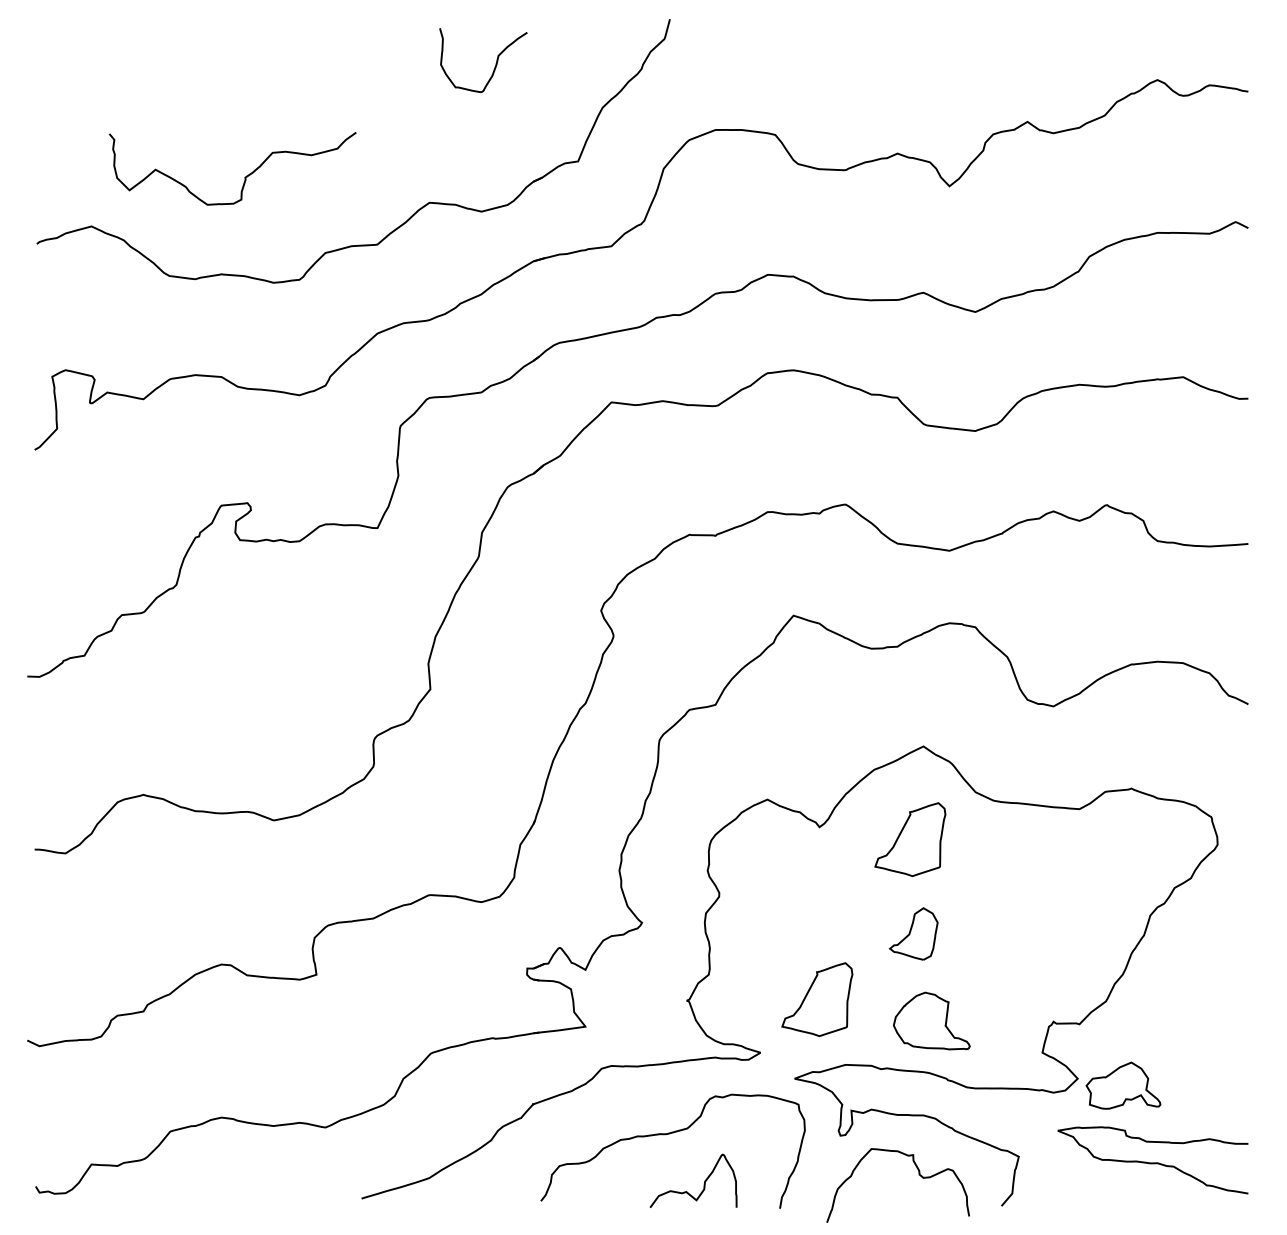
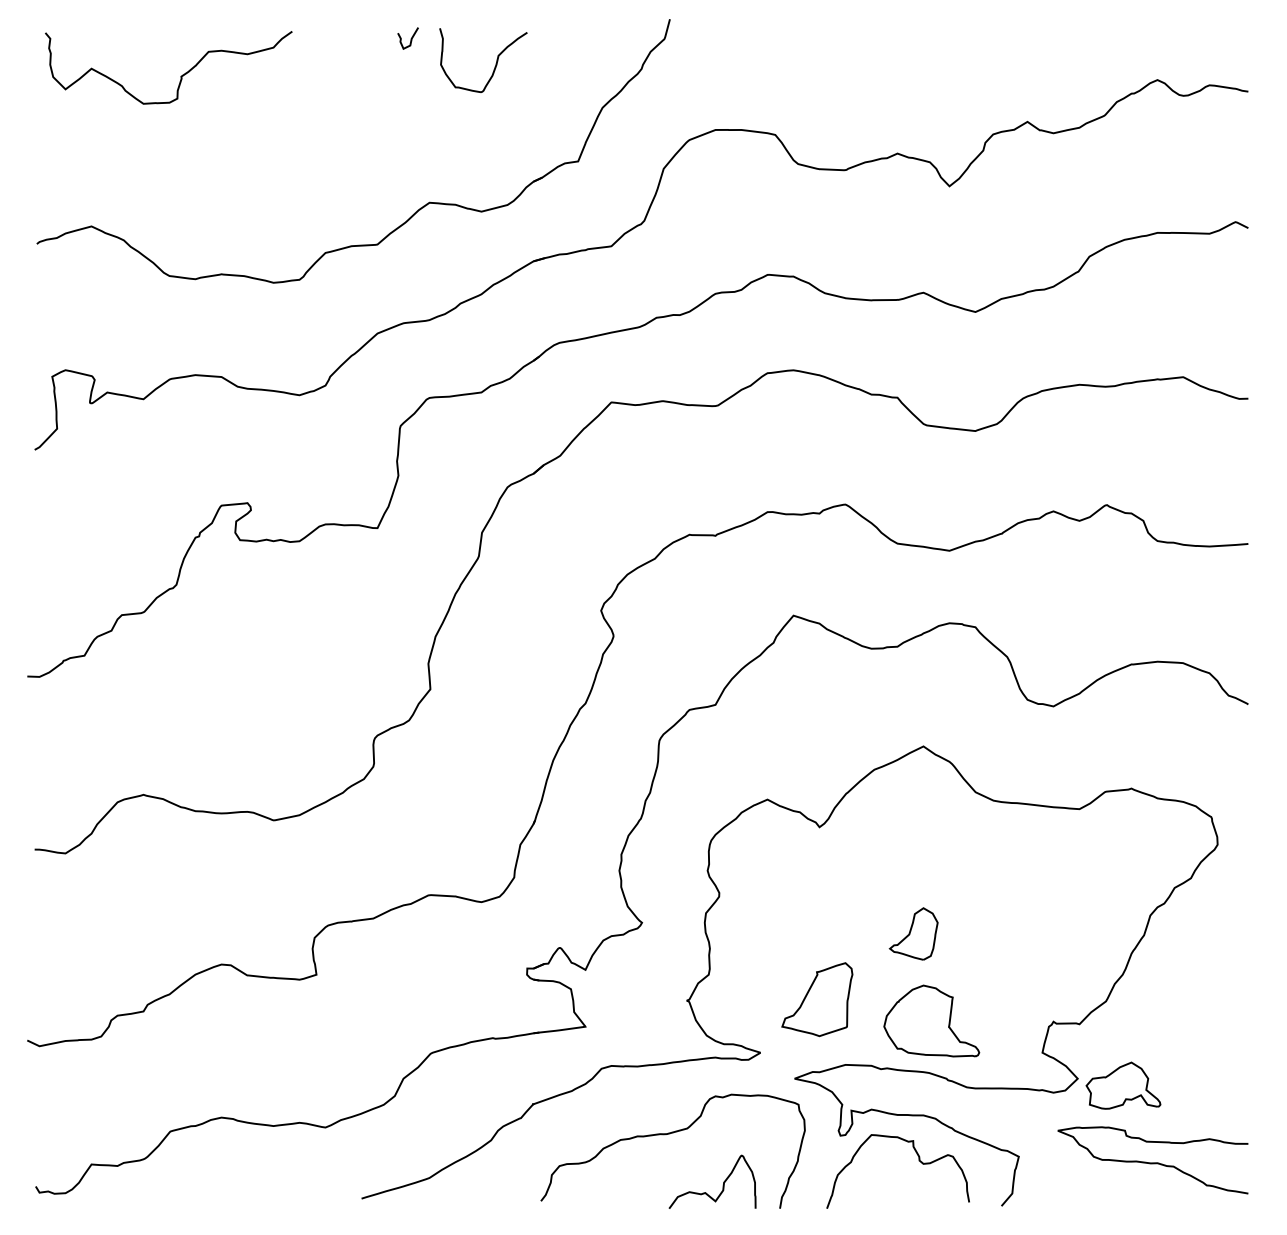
curve at (410, 38): none -> present
curve at (244, 177) position: (244, 177) -> (180, 76)
part at (910, 839): present -> none
part at (931, 1020) size: 78x60 px -> 98x74 px
curve at (918, 1174) position: (918, 1174) -> (918, 1160)
curve at (703, 1184) position: (703, 1184) -> (722, 1185)
